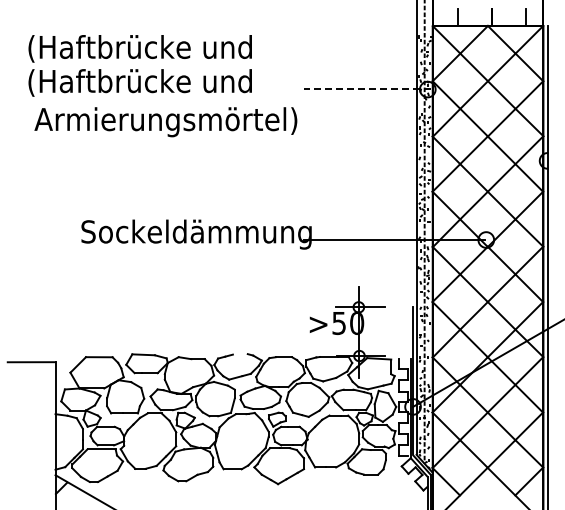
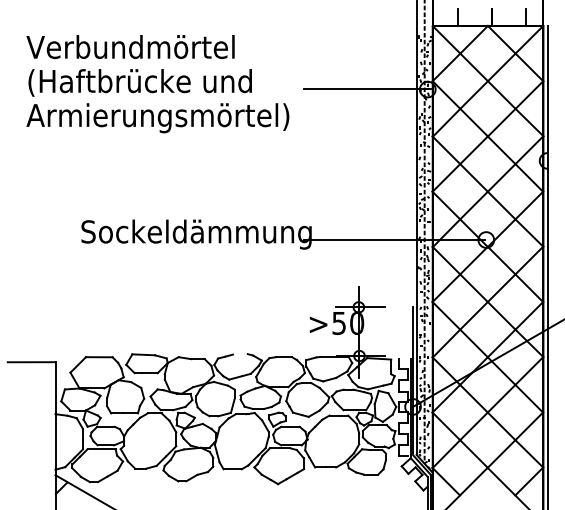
text at (138, 48): (Haftbrücke und -> Verbundmörtel
line at (367, 89): dashed -> solid
text at (165, 122) position: (165, 122) -> (157, 118)
